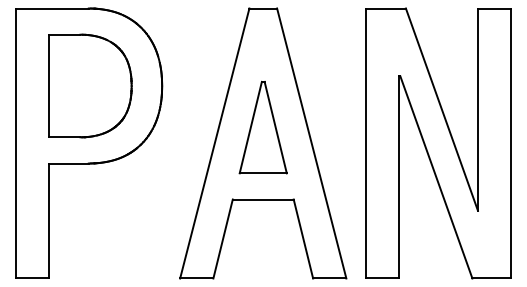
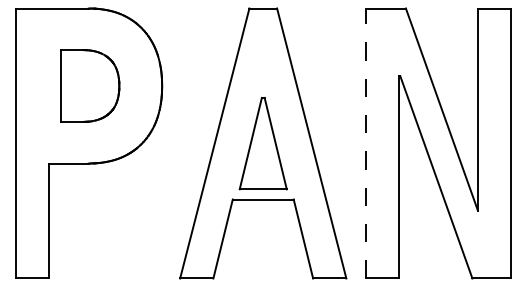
part at (90, 85) size: 85x106 px -> 61x74 px
part at (262, 127) position: (262, 127) -> (262, 143)
line at (366, 143): solid -> dashed
